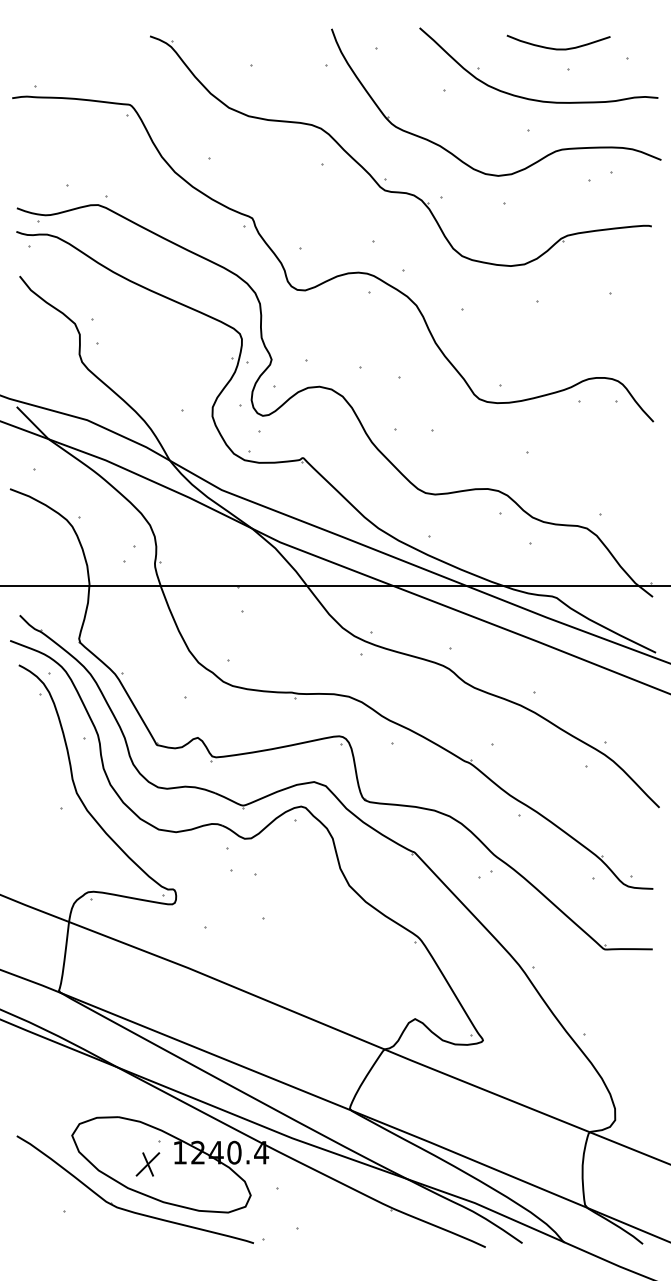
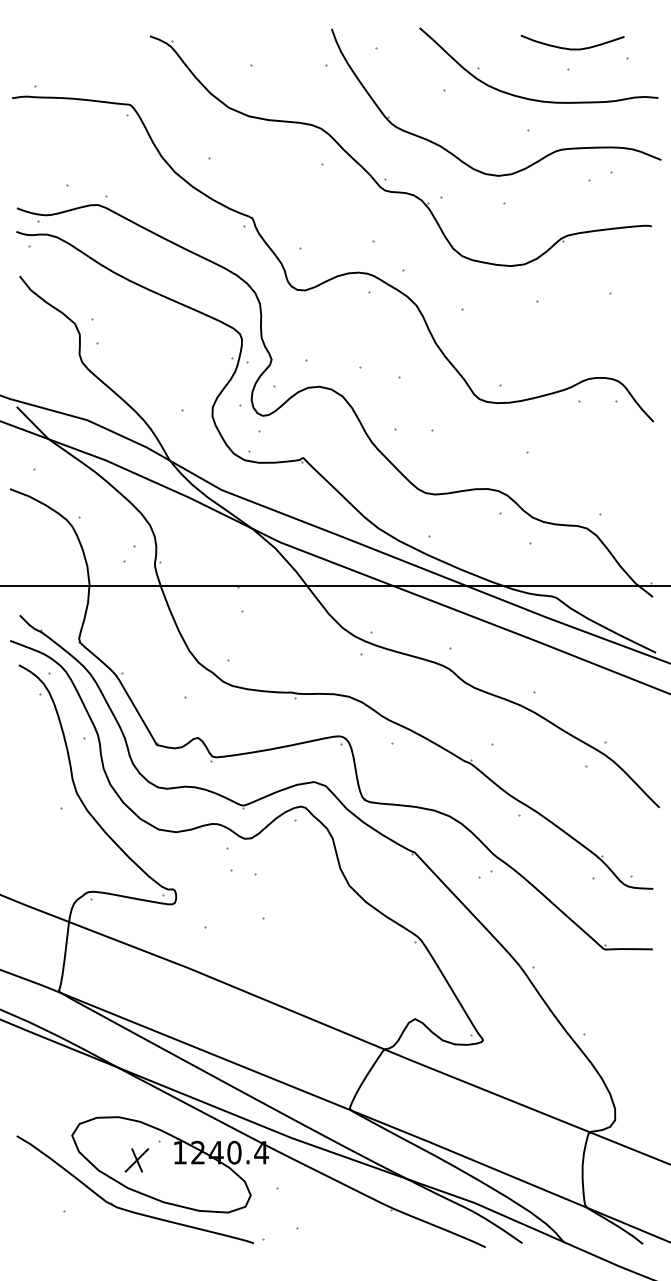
curve at (558, 48) position: (558, 48) -> (572, 48)
part at (147, 1164) position: (147, 1164) -> (136, 1160)
